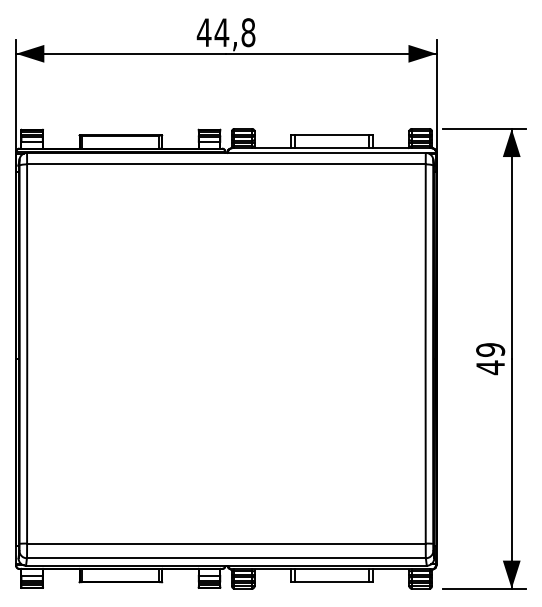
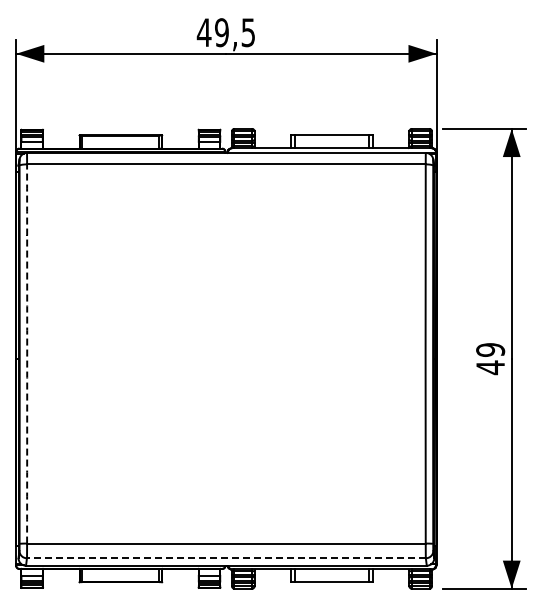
text at (234, 32): 44,8 -> 49,5
arc at (27, 353): solid -> dashed
line at (225, 558): solid -> dashed
